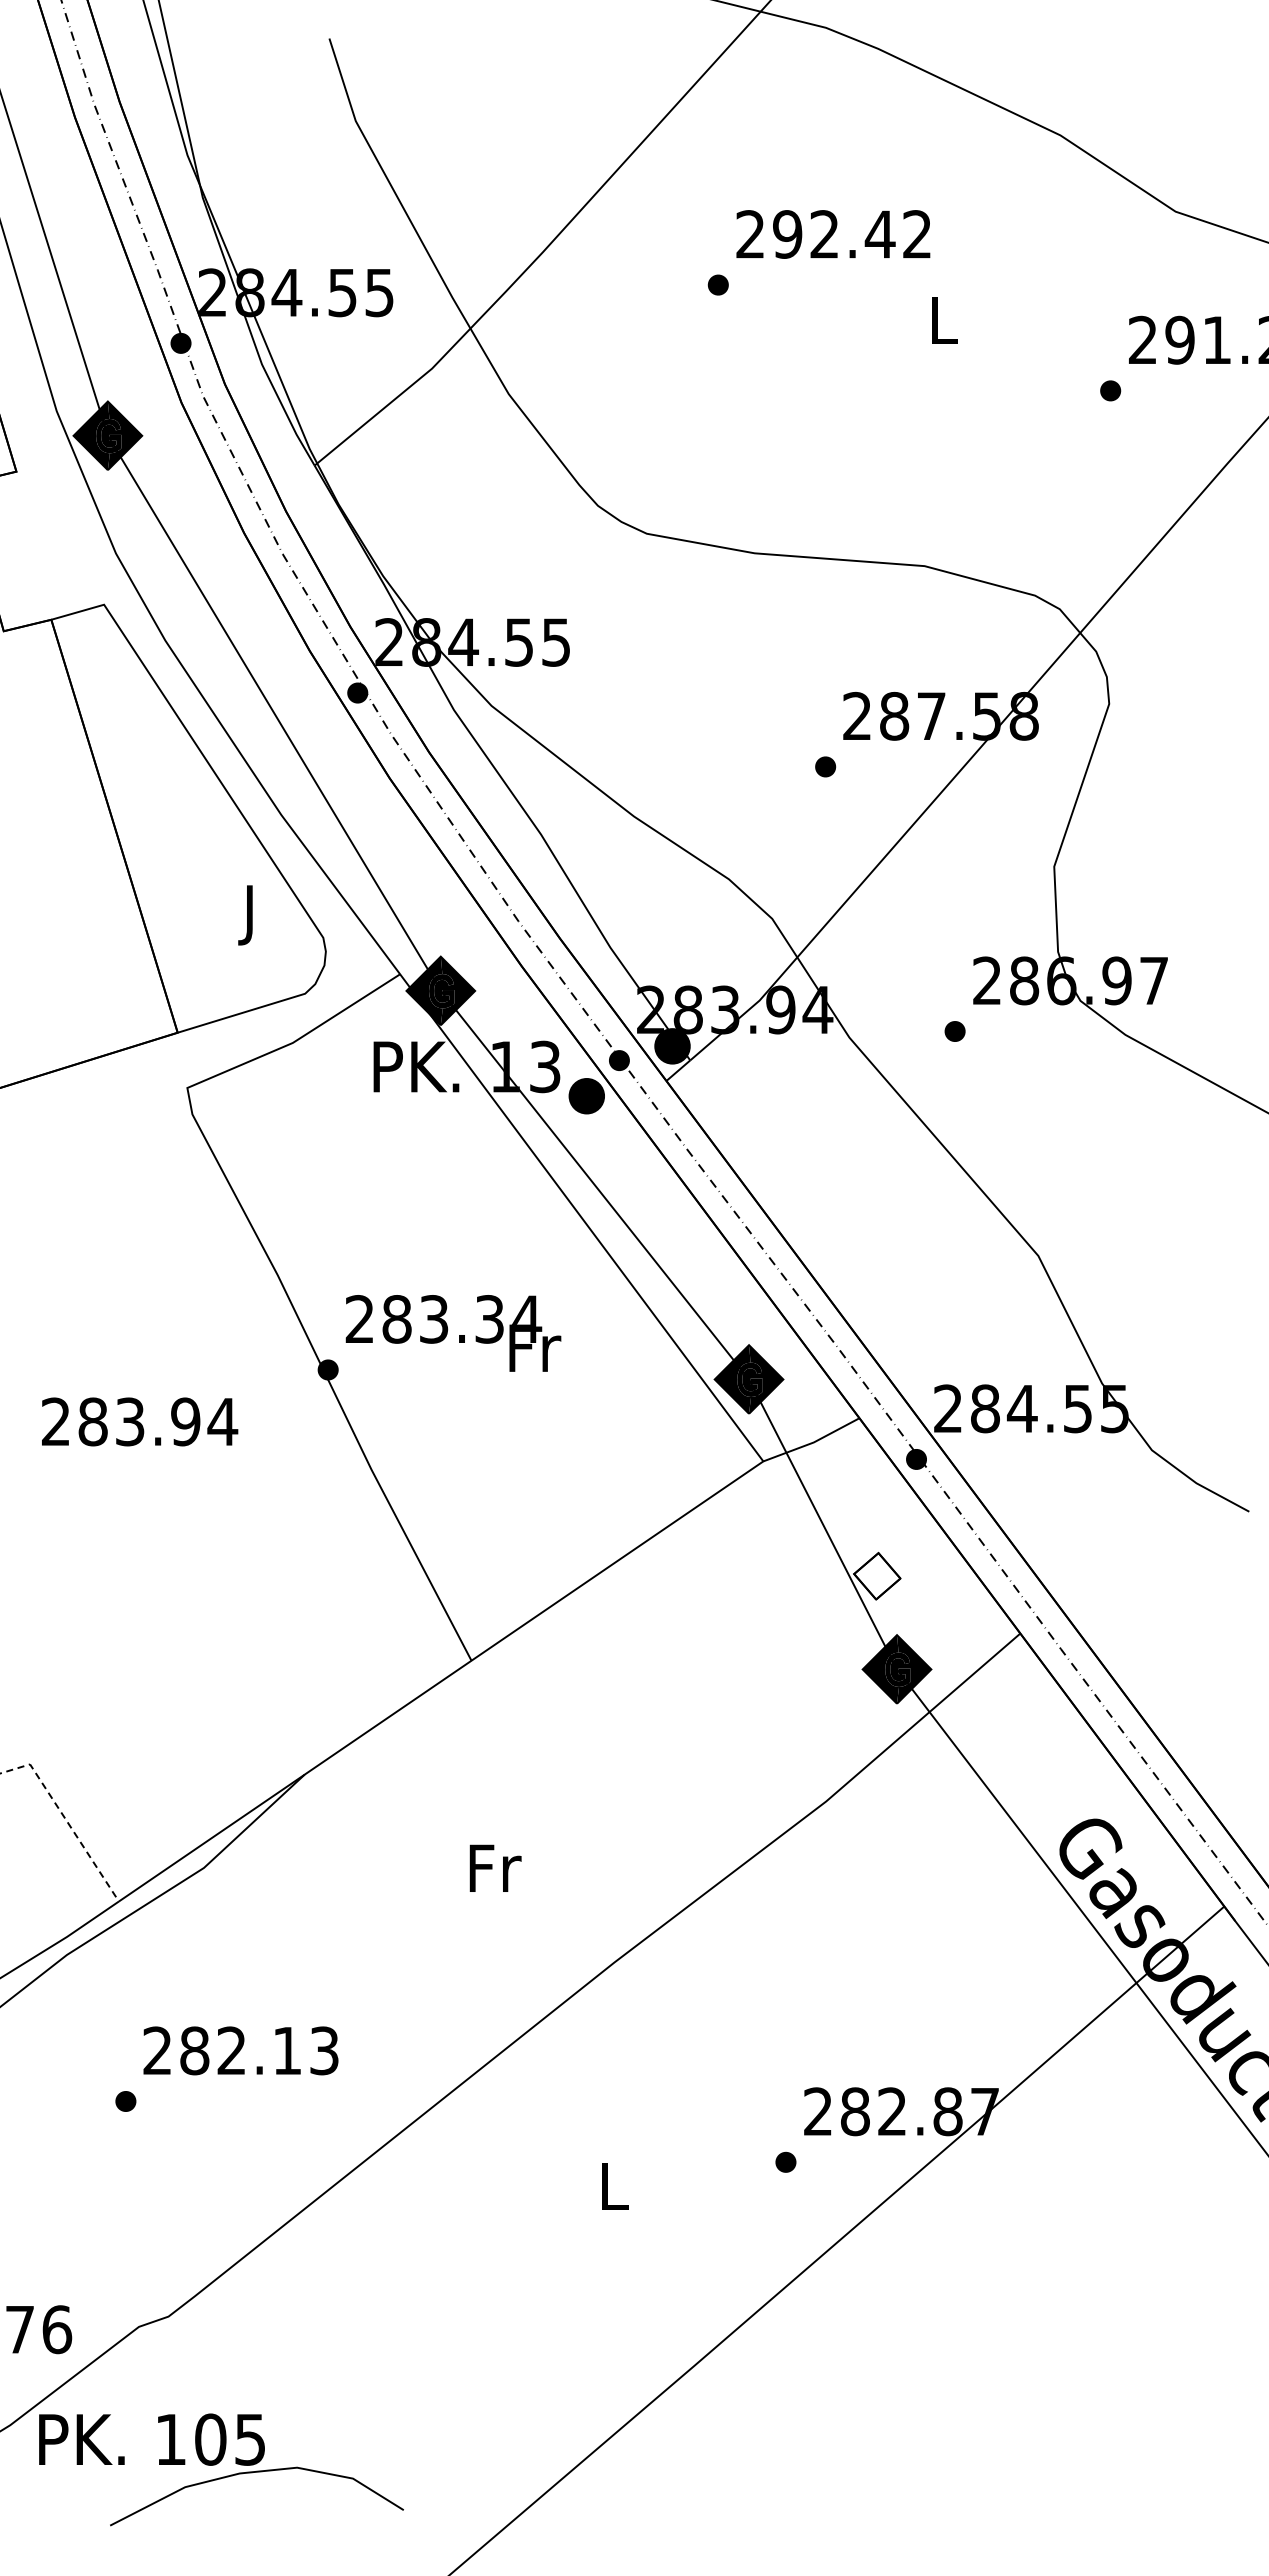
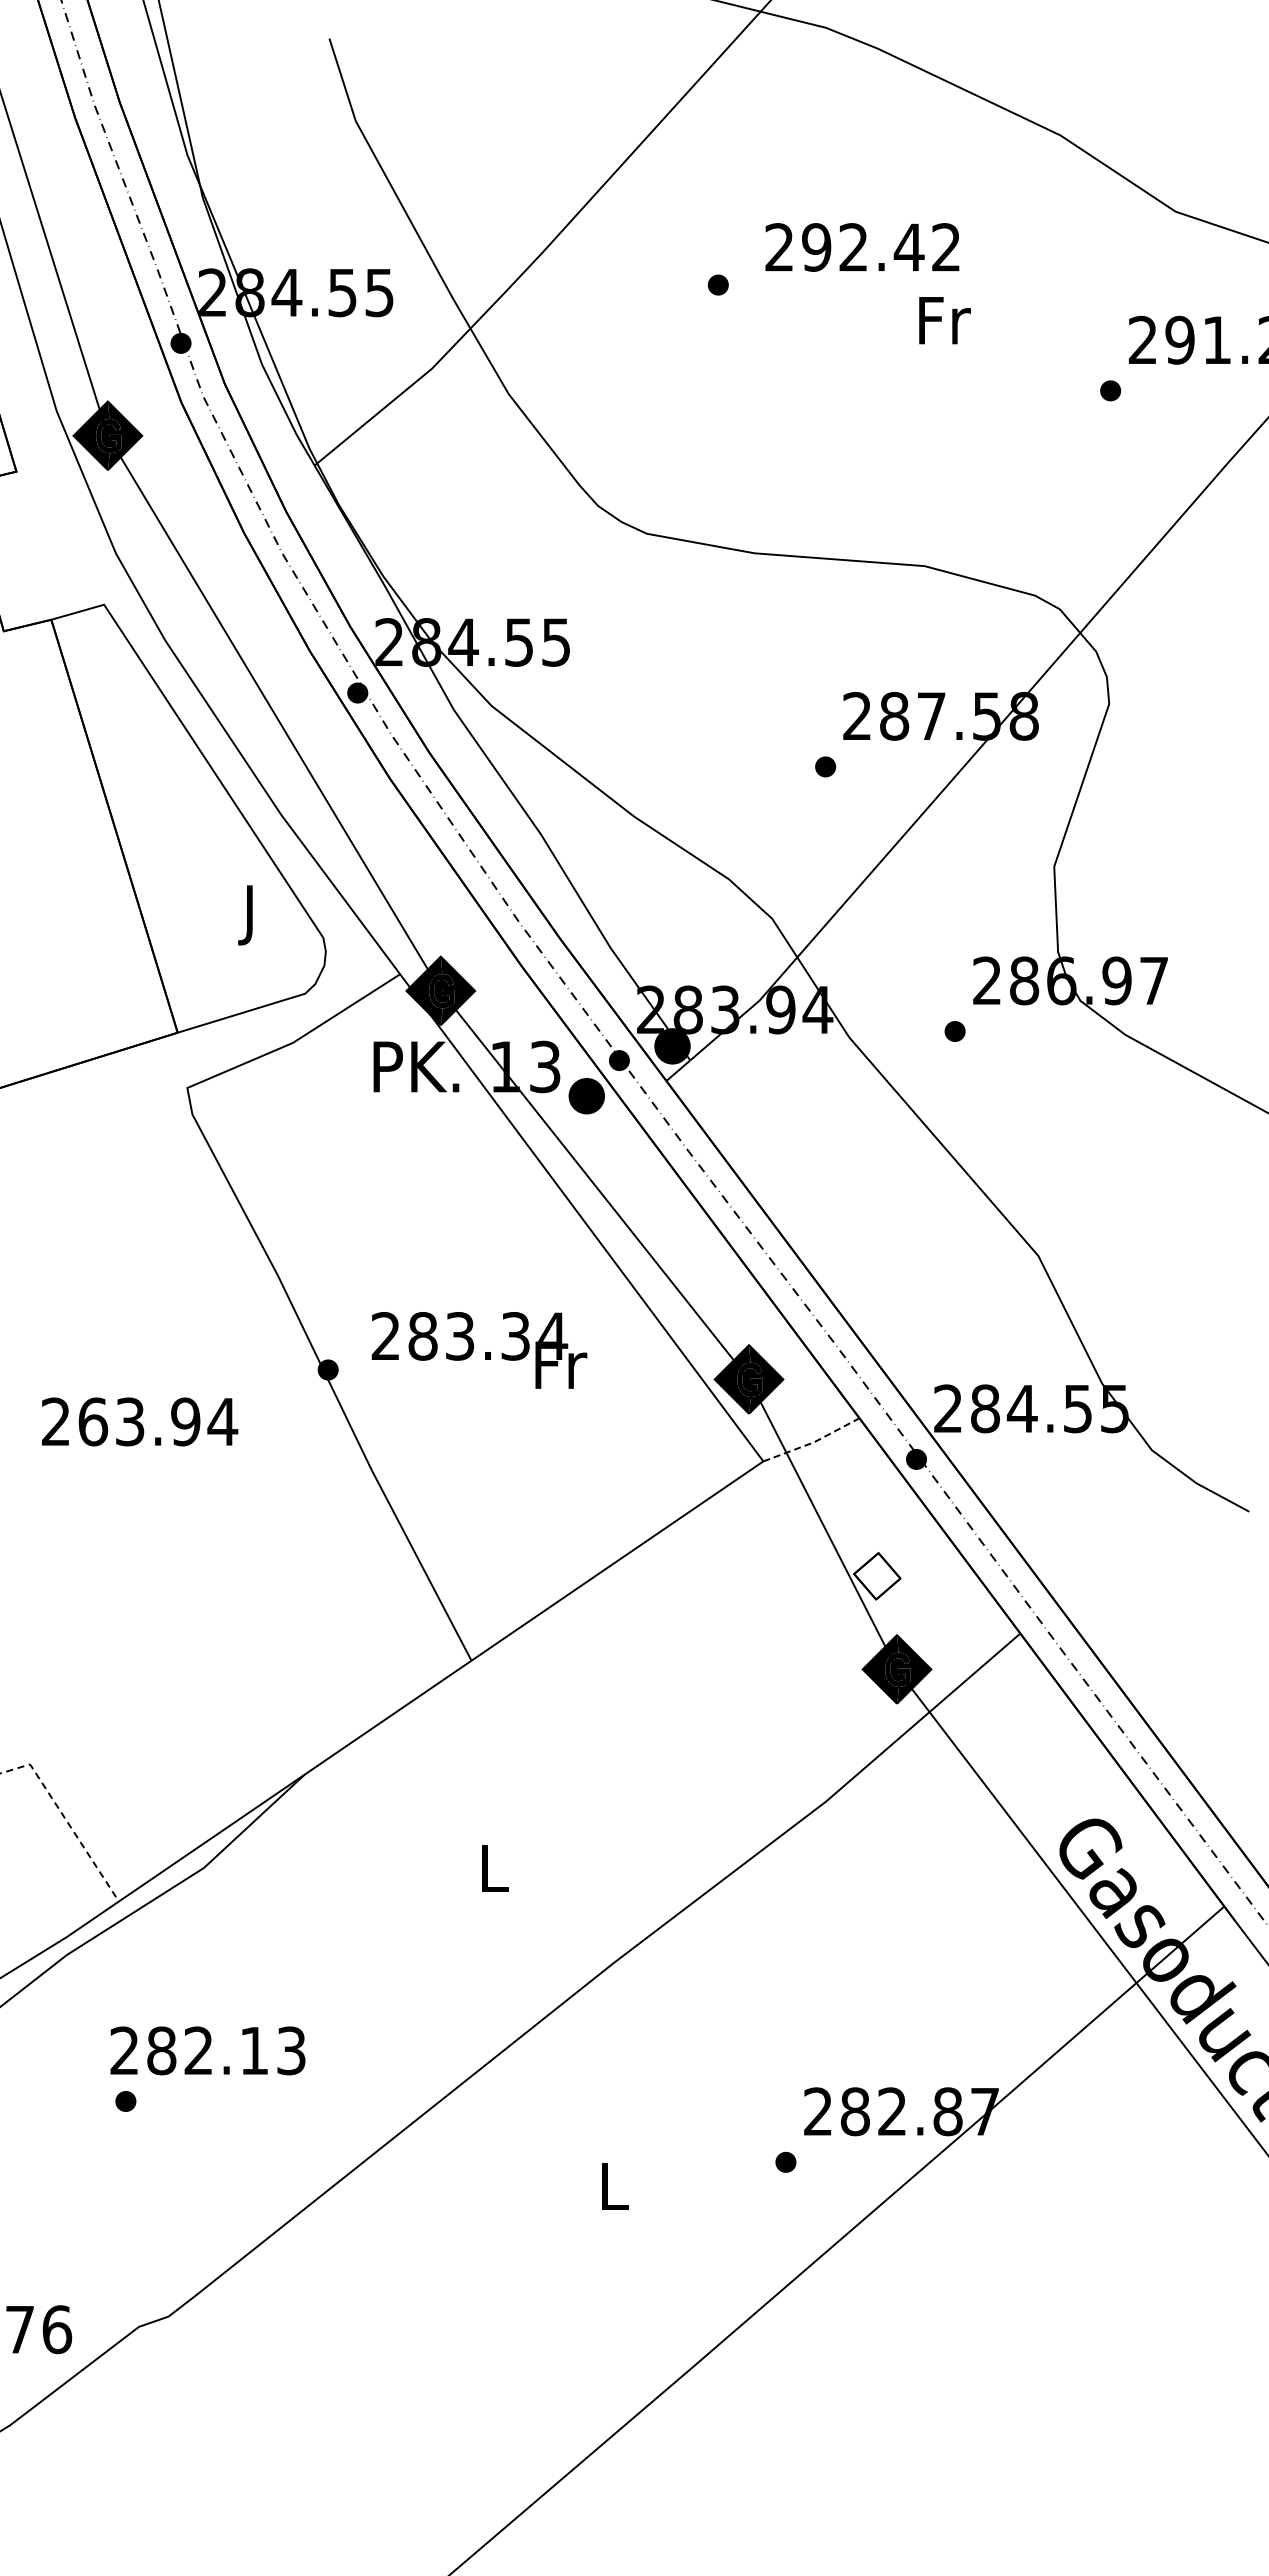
text at (833, 234) position: (833, 234) -> (862, 247)
text at (944, 320): L -> Fr
text at (453, 1333) position: (453, 1333) -> (479, 1350)
text at (93, 1421): 283.94 -> 263.94
line at (813, 1442): solid -> dashed
text at (495, 1867): Fr -> L
text at (240, 2050) position: (240, 2050) -> (207, 2050)
part at (217, 2464): present -> none
